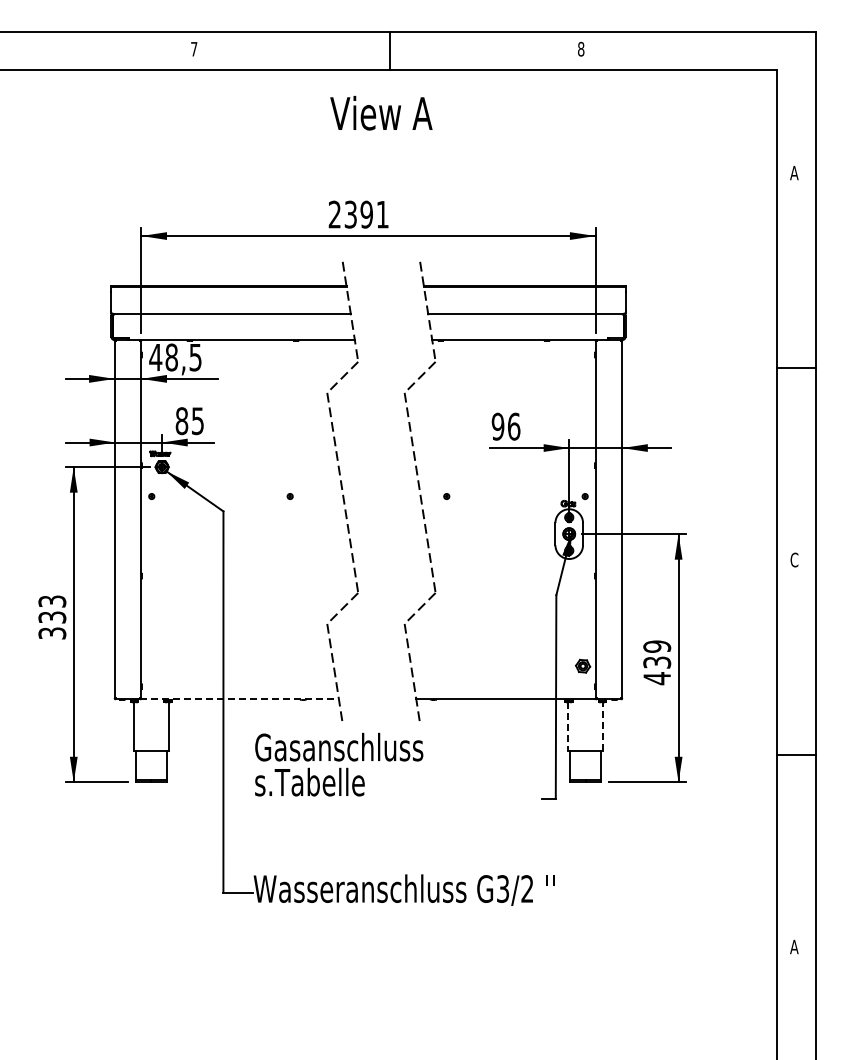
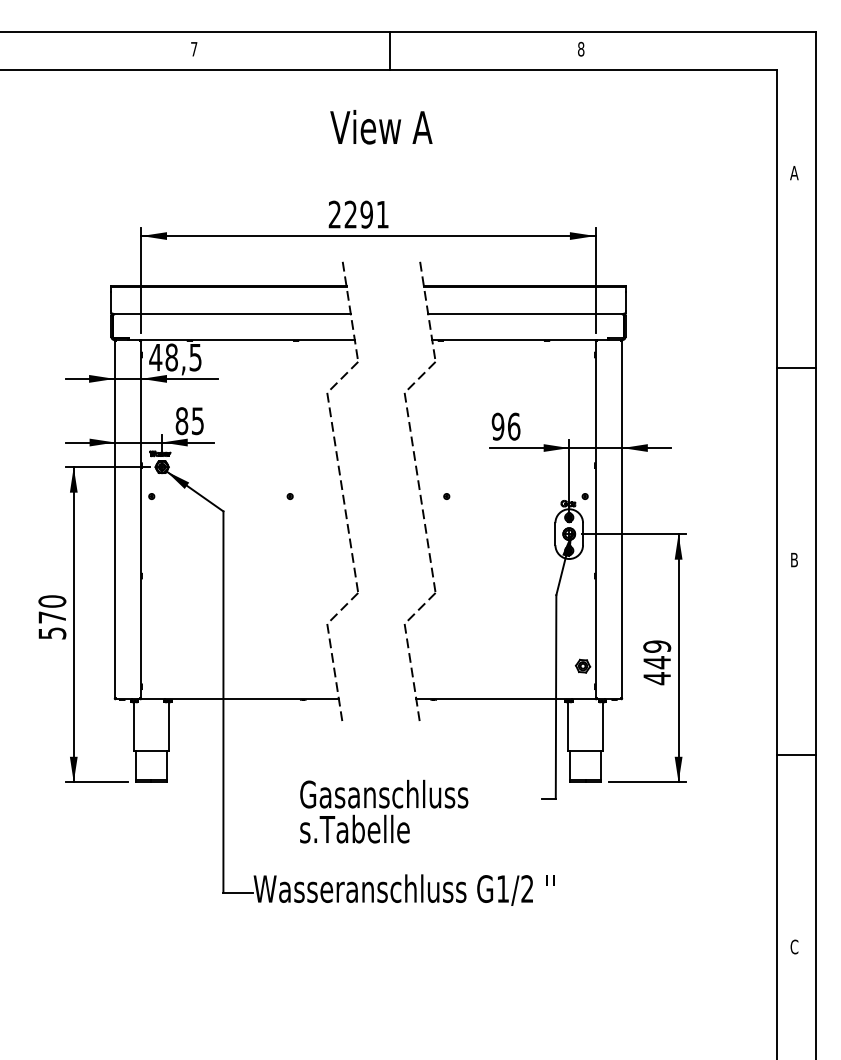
text at (381, 113) position: (381, 113) -> (381, 127)
text at (350, 214): 2391 -> 2291
text at (794, 559): C -> B
text at (52, 616): 333 -> 570
text at (657, 662): 439 -> 449
line at (240, 699): dashed -> solid
line at (603, 726): dashed -> solid
line at (567, 727): dashed -> solid
text at (339, 764) position: (339, 764) -> (384, 811)
text at (502, 888): G3/2 -> G1/2
text at (794, 946): A -> C
